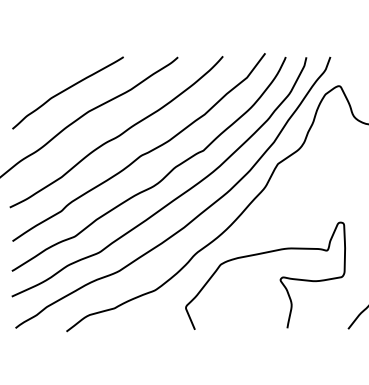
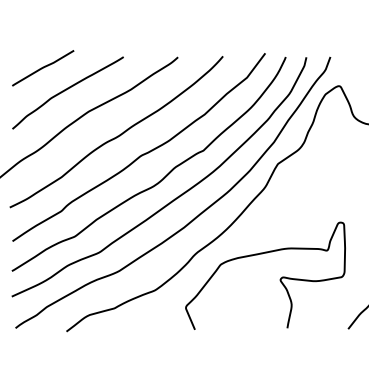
line at (43, 68): none -> present
